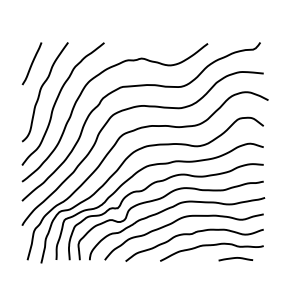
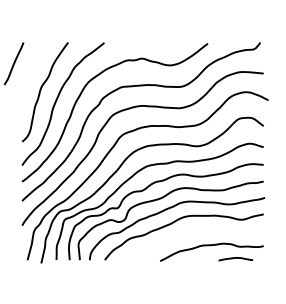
line at (31, 63) position: (31, 63) -> (13, 63)
curve at (190, 235): present -> none
